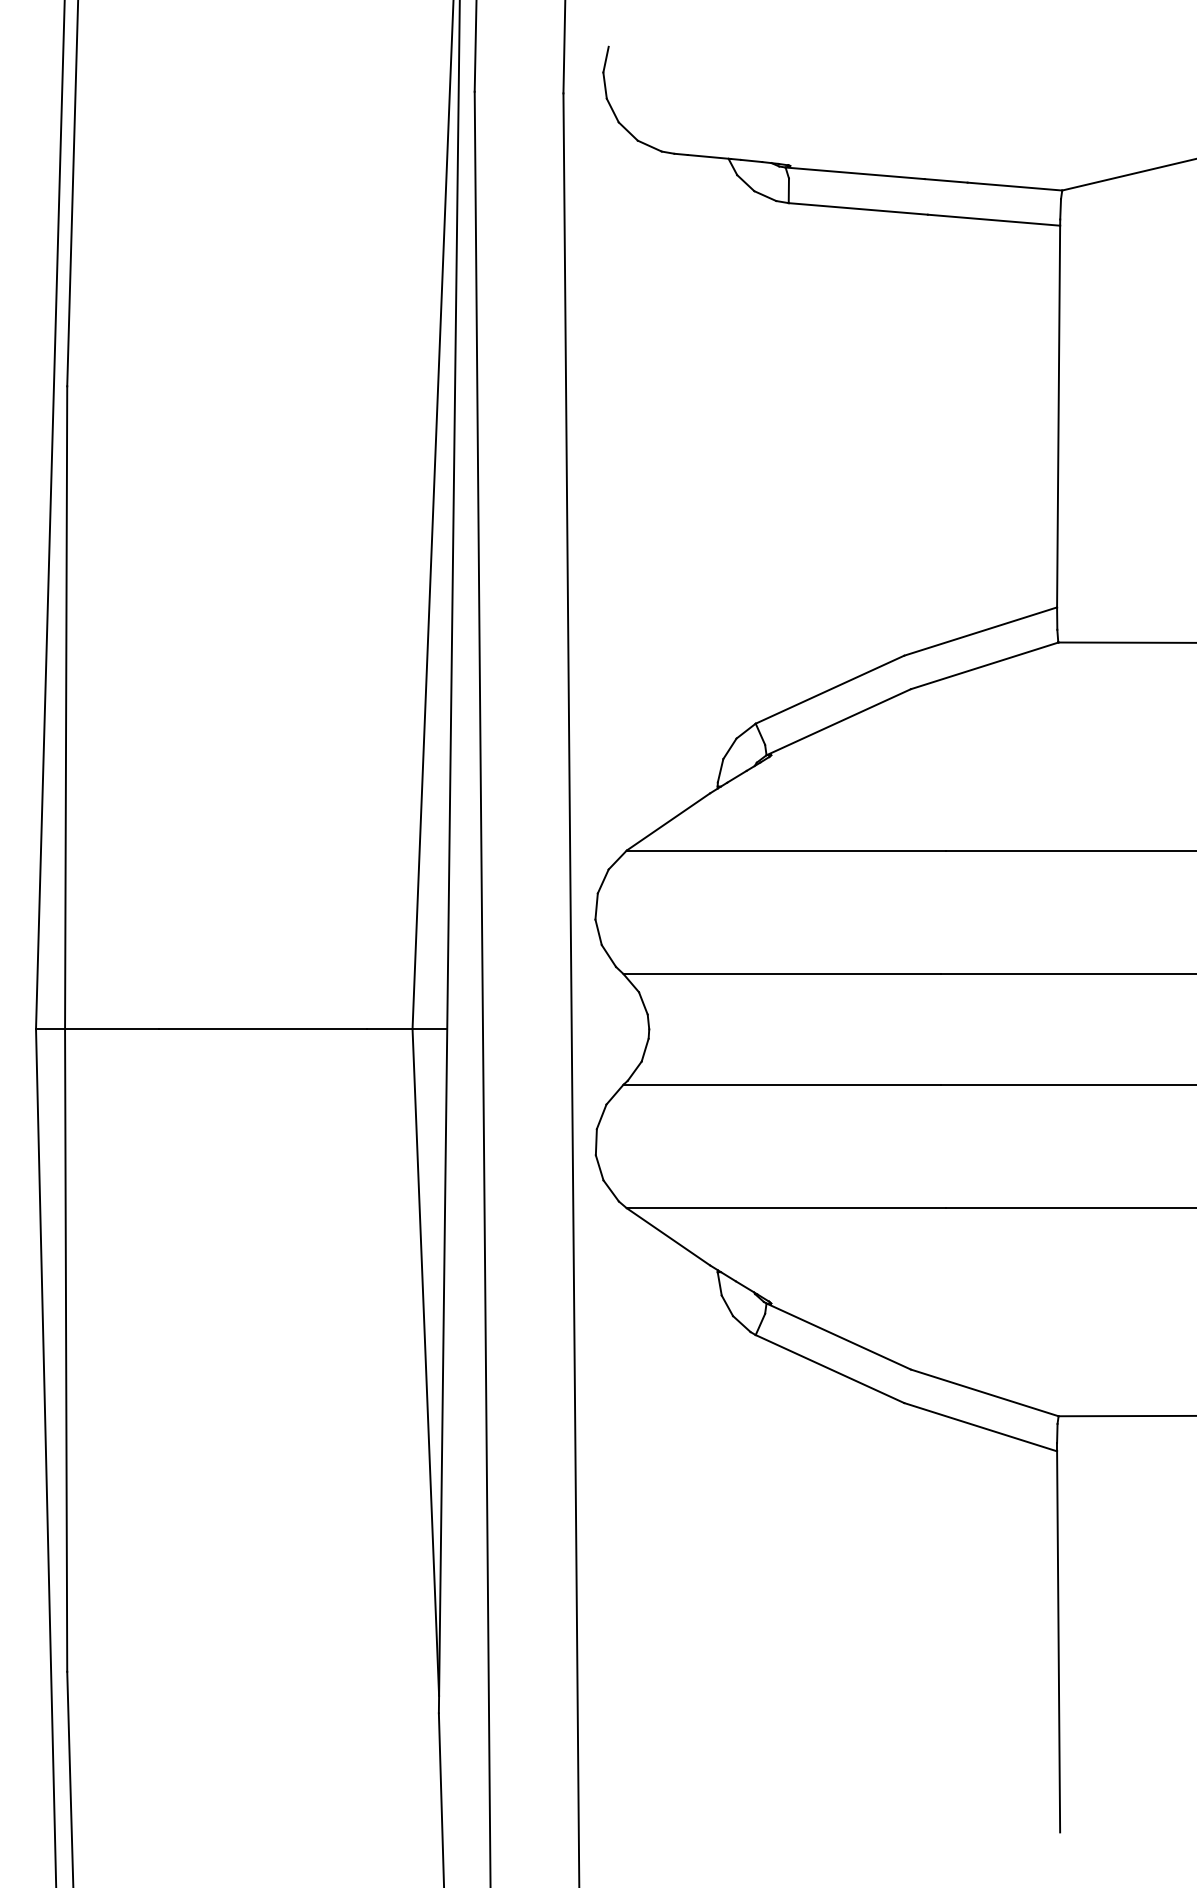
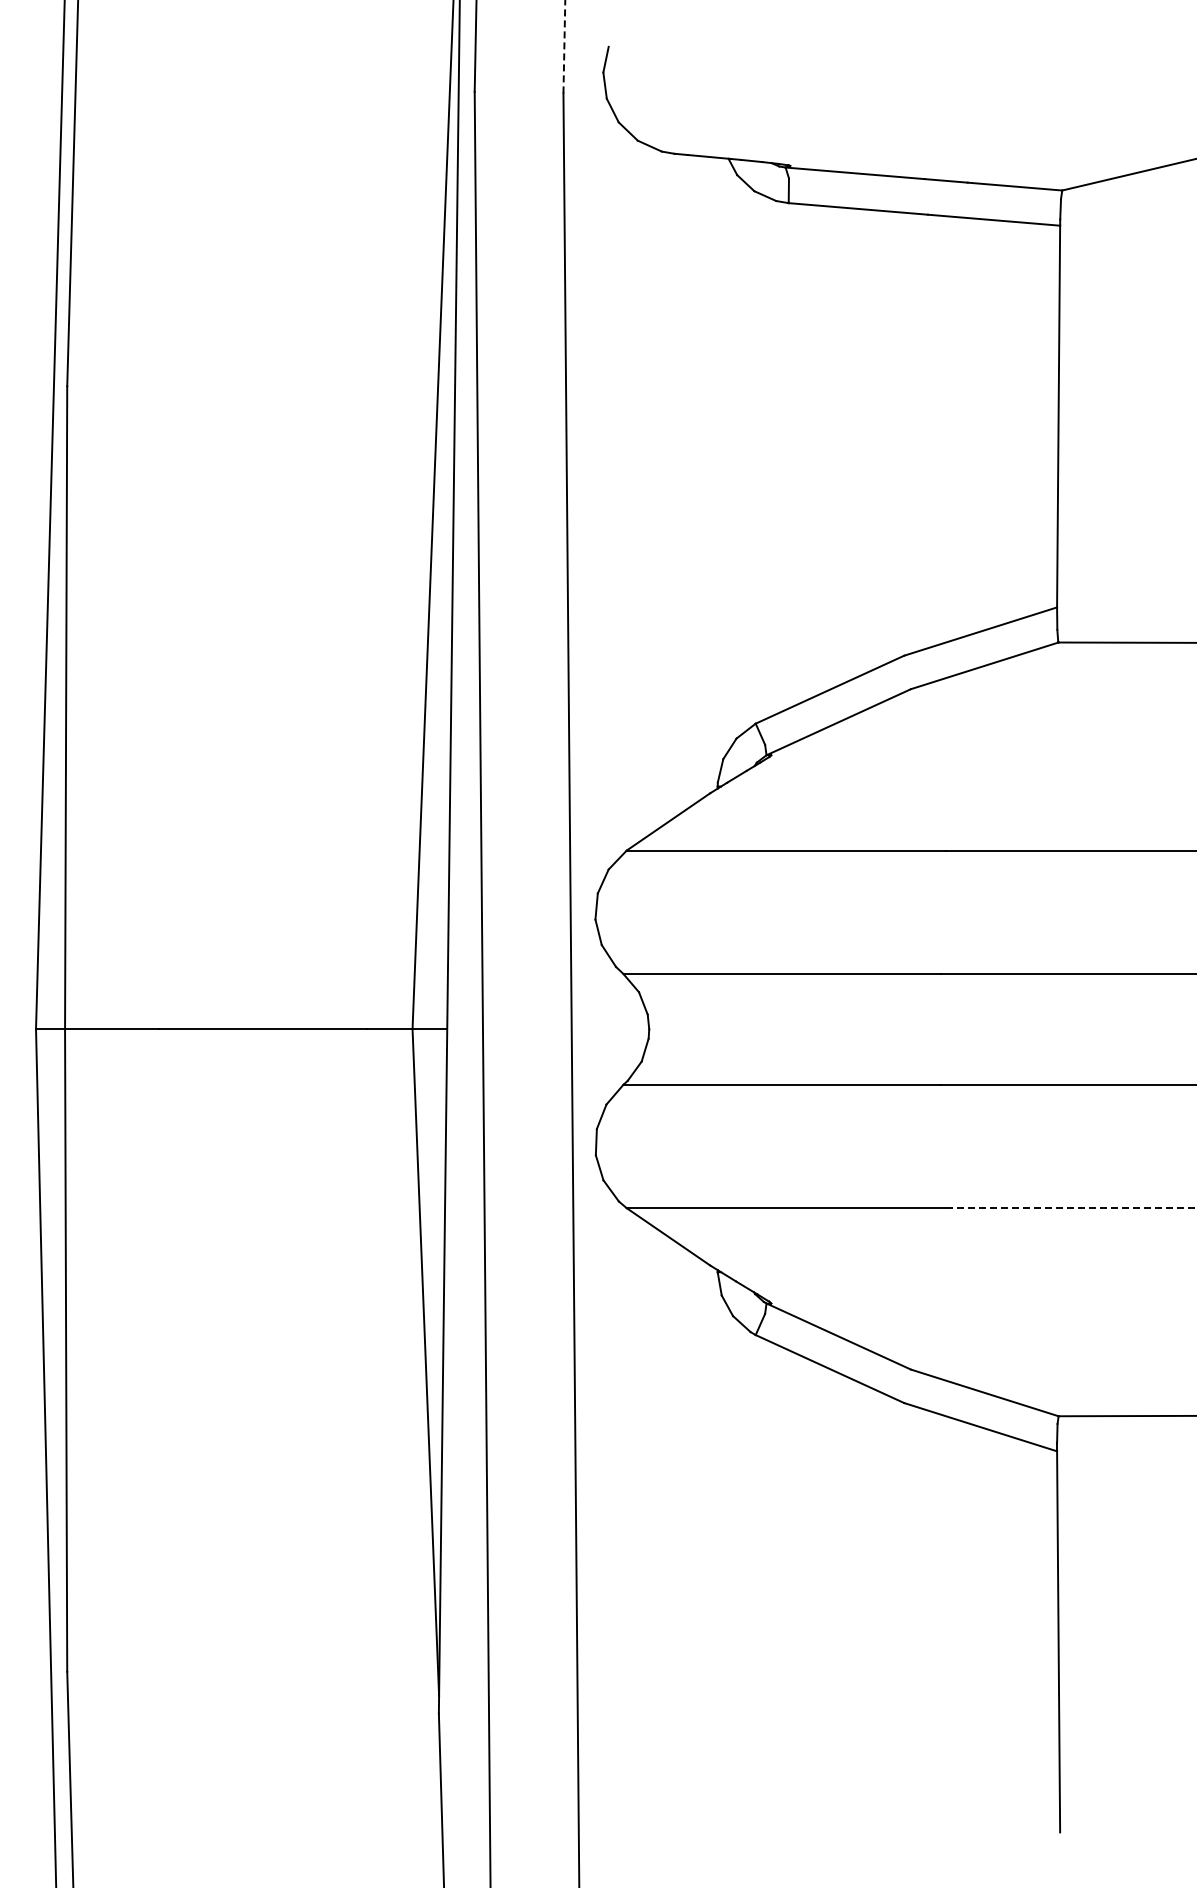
line at (564, 46): solid -> dashed
line at (1071, 1208): solid -> dashed
